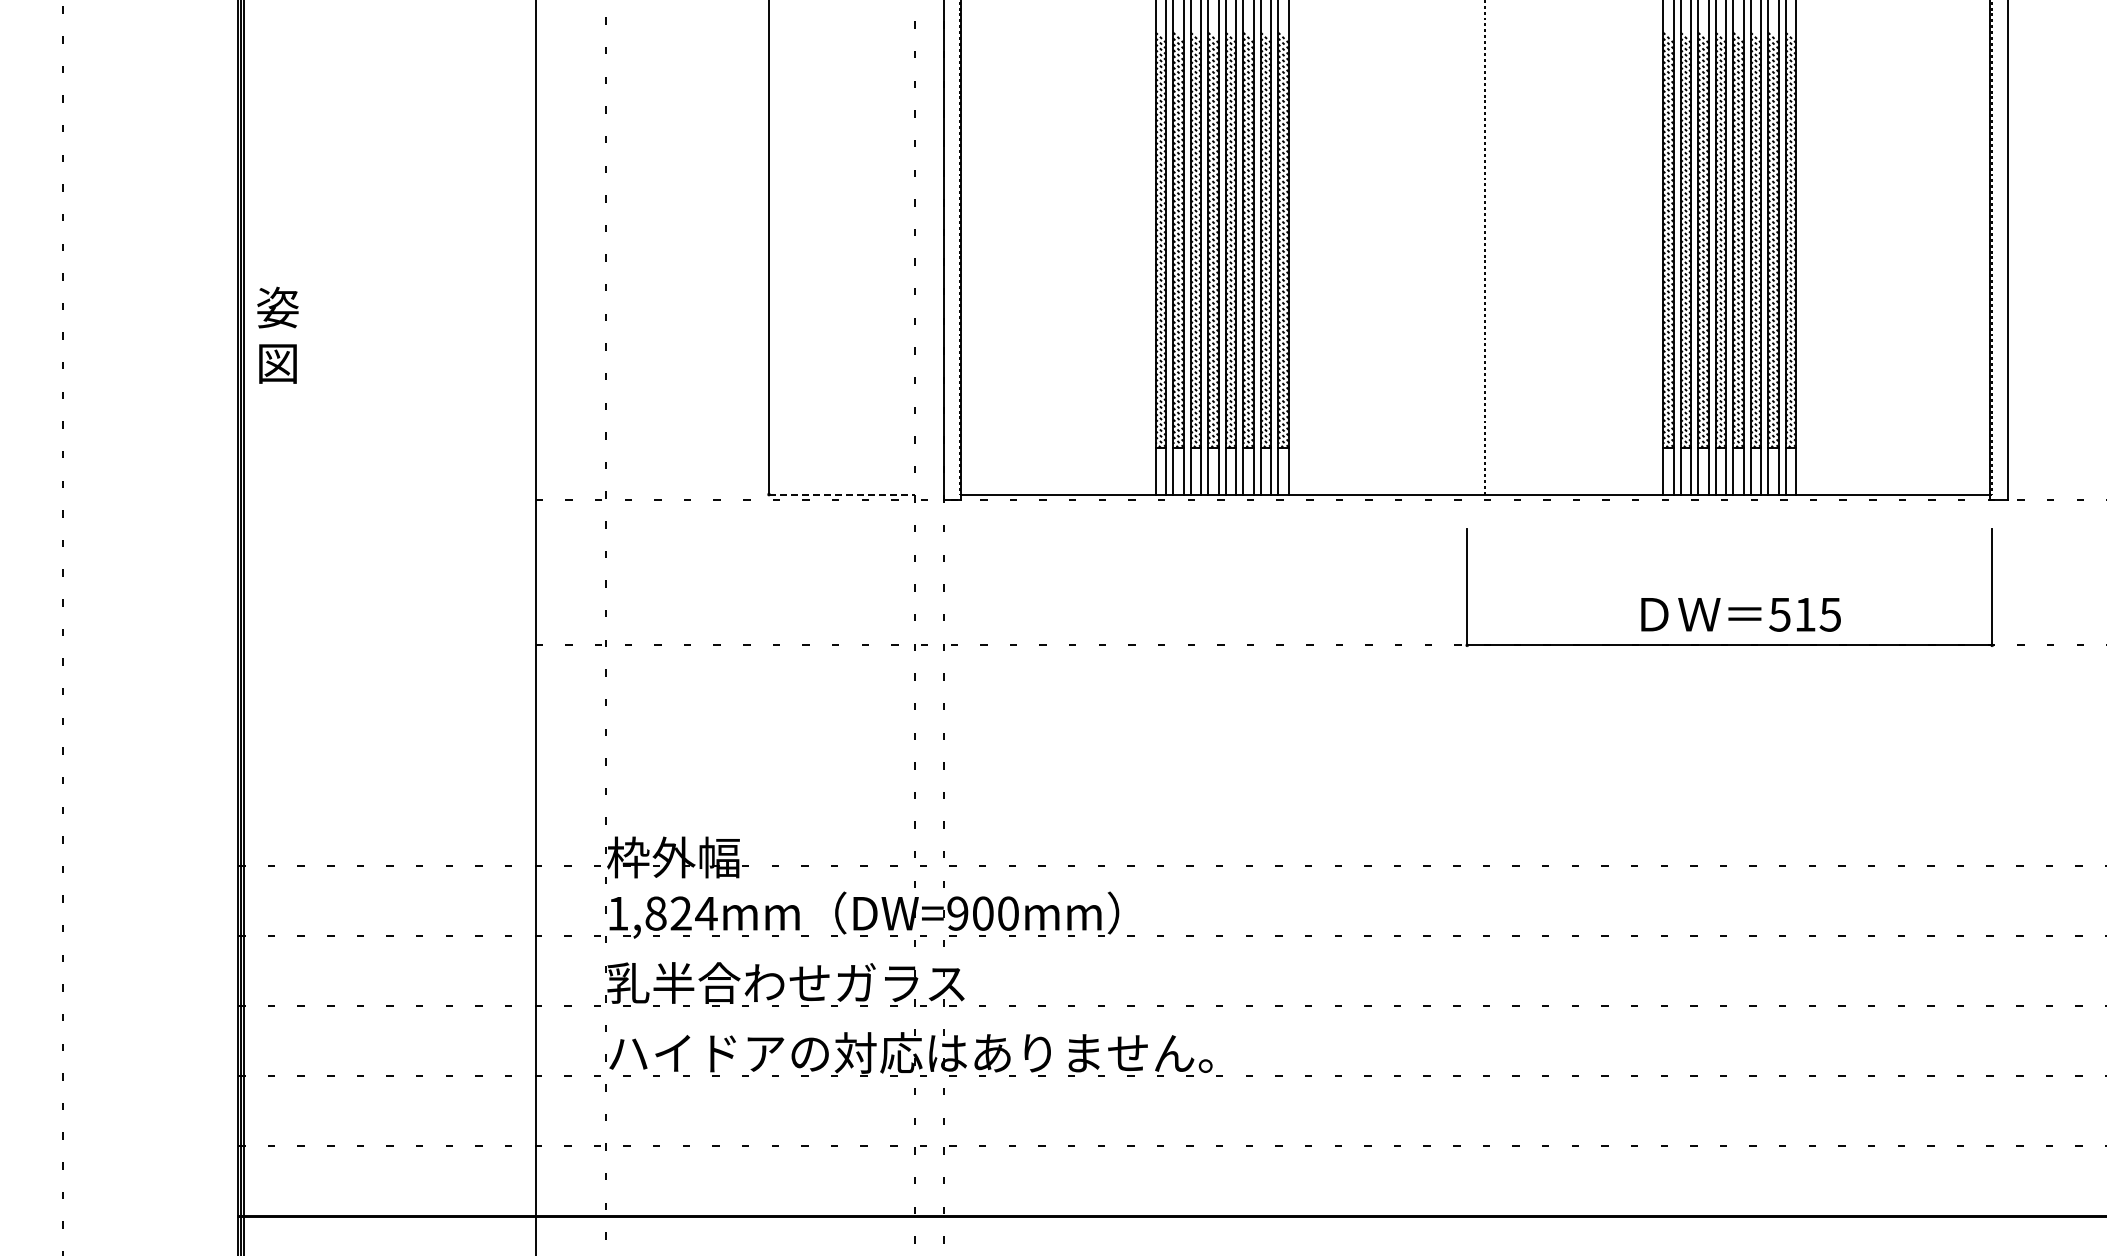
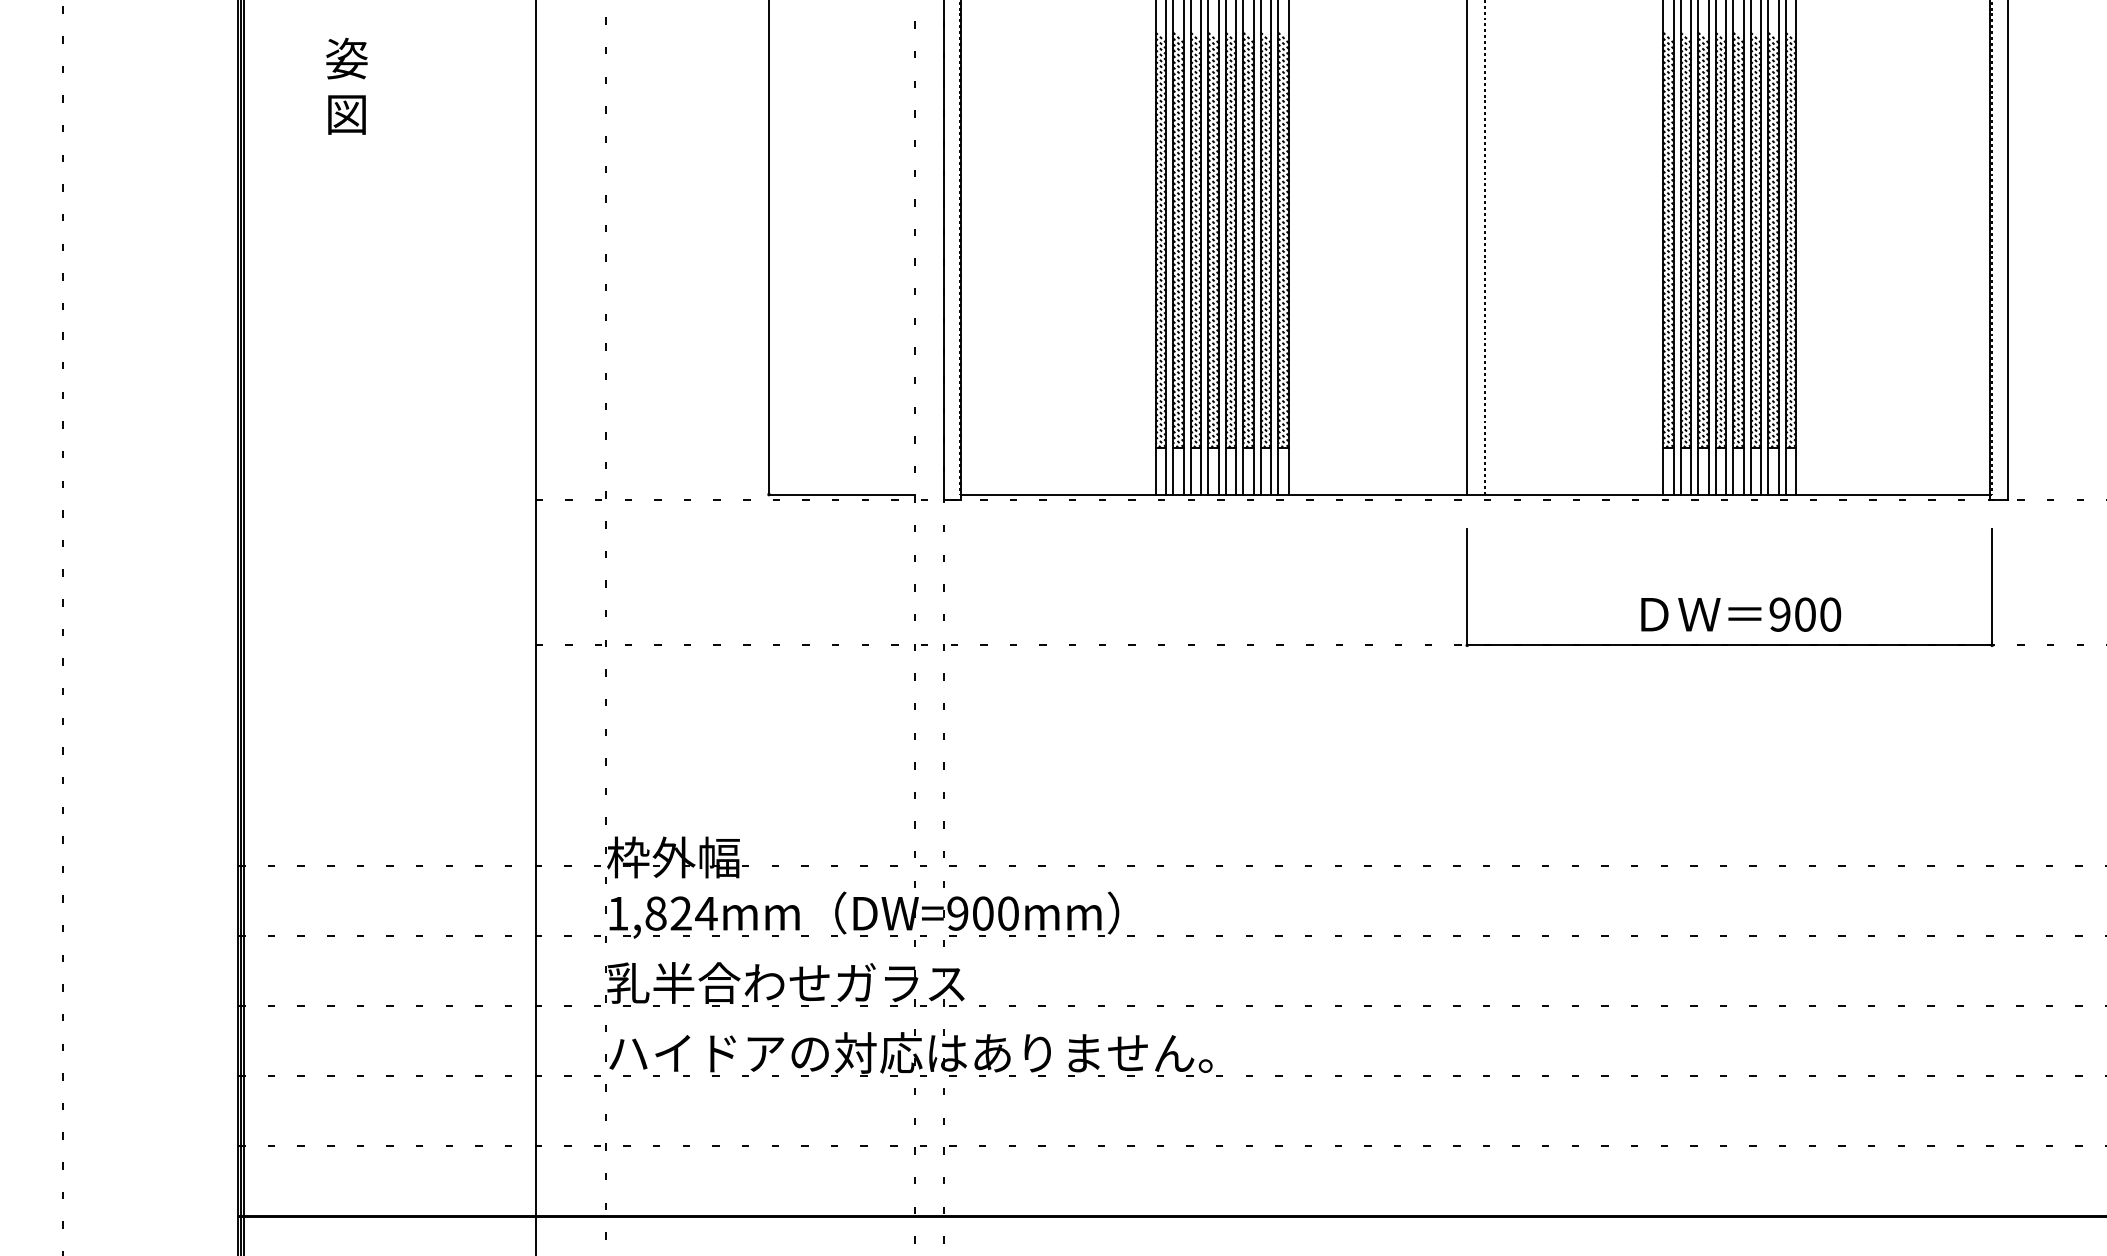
line at (1467, 248): none -> present
text at (277, 334) position: (277, 334) -> (346, 85)
line at (841, 494): dashed -> solid
text at (1805, 614): 515 -> 900
